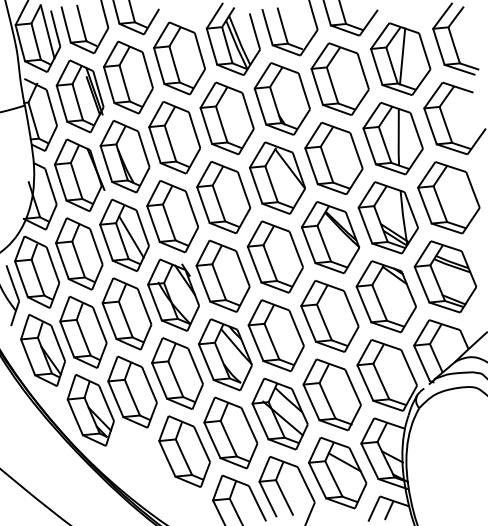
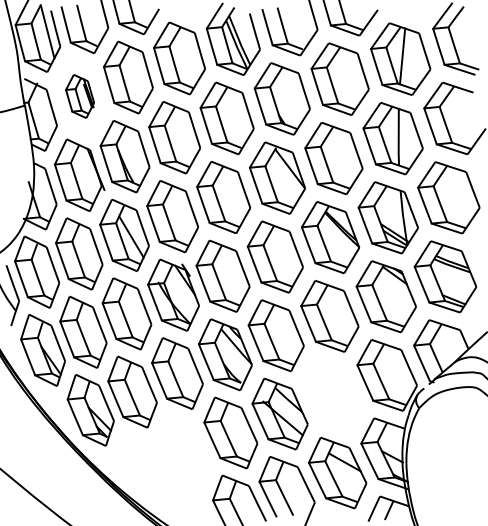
part at (79, 96) size: 50x75 px -> 30x45 px
part at (331, 394): present -> none
part at (184, 451): present -> none
